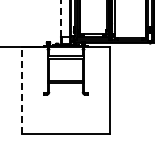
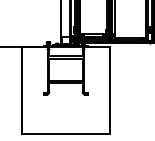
line at (61, 18): dashed -> solid
line at (22, 90): dashed -> solid
